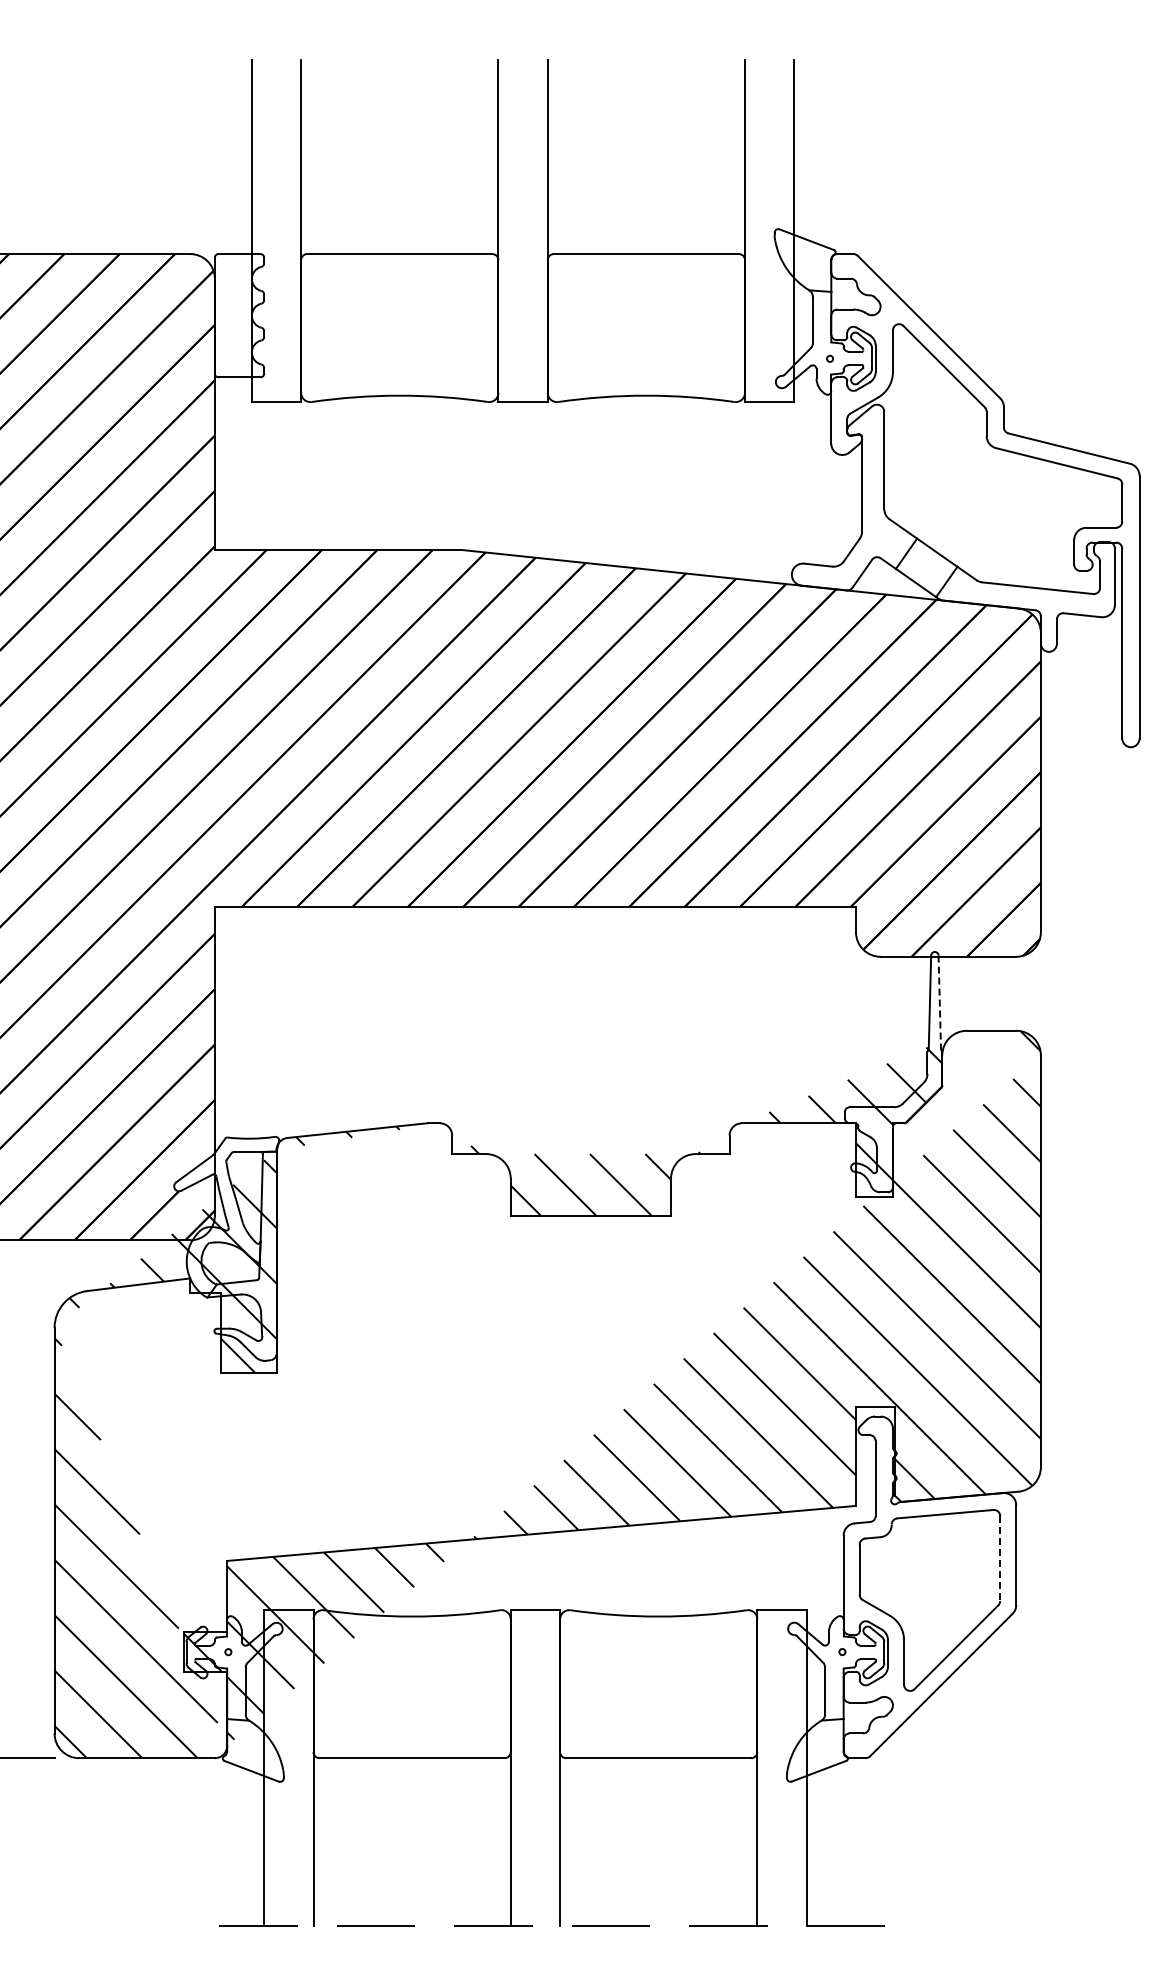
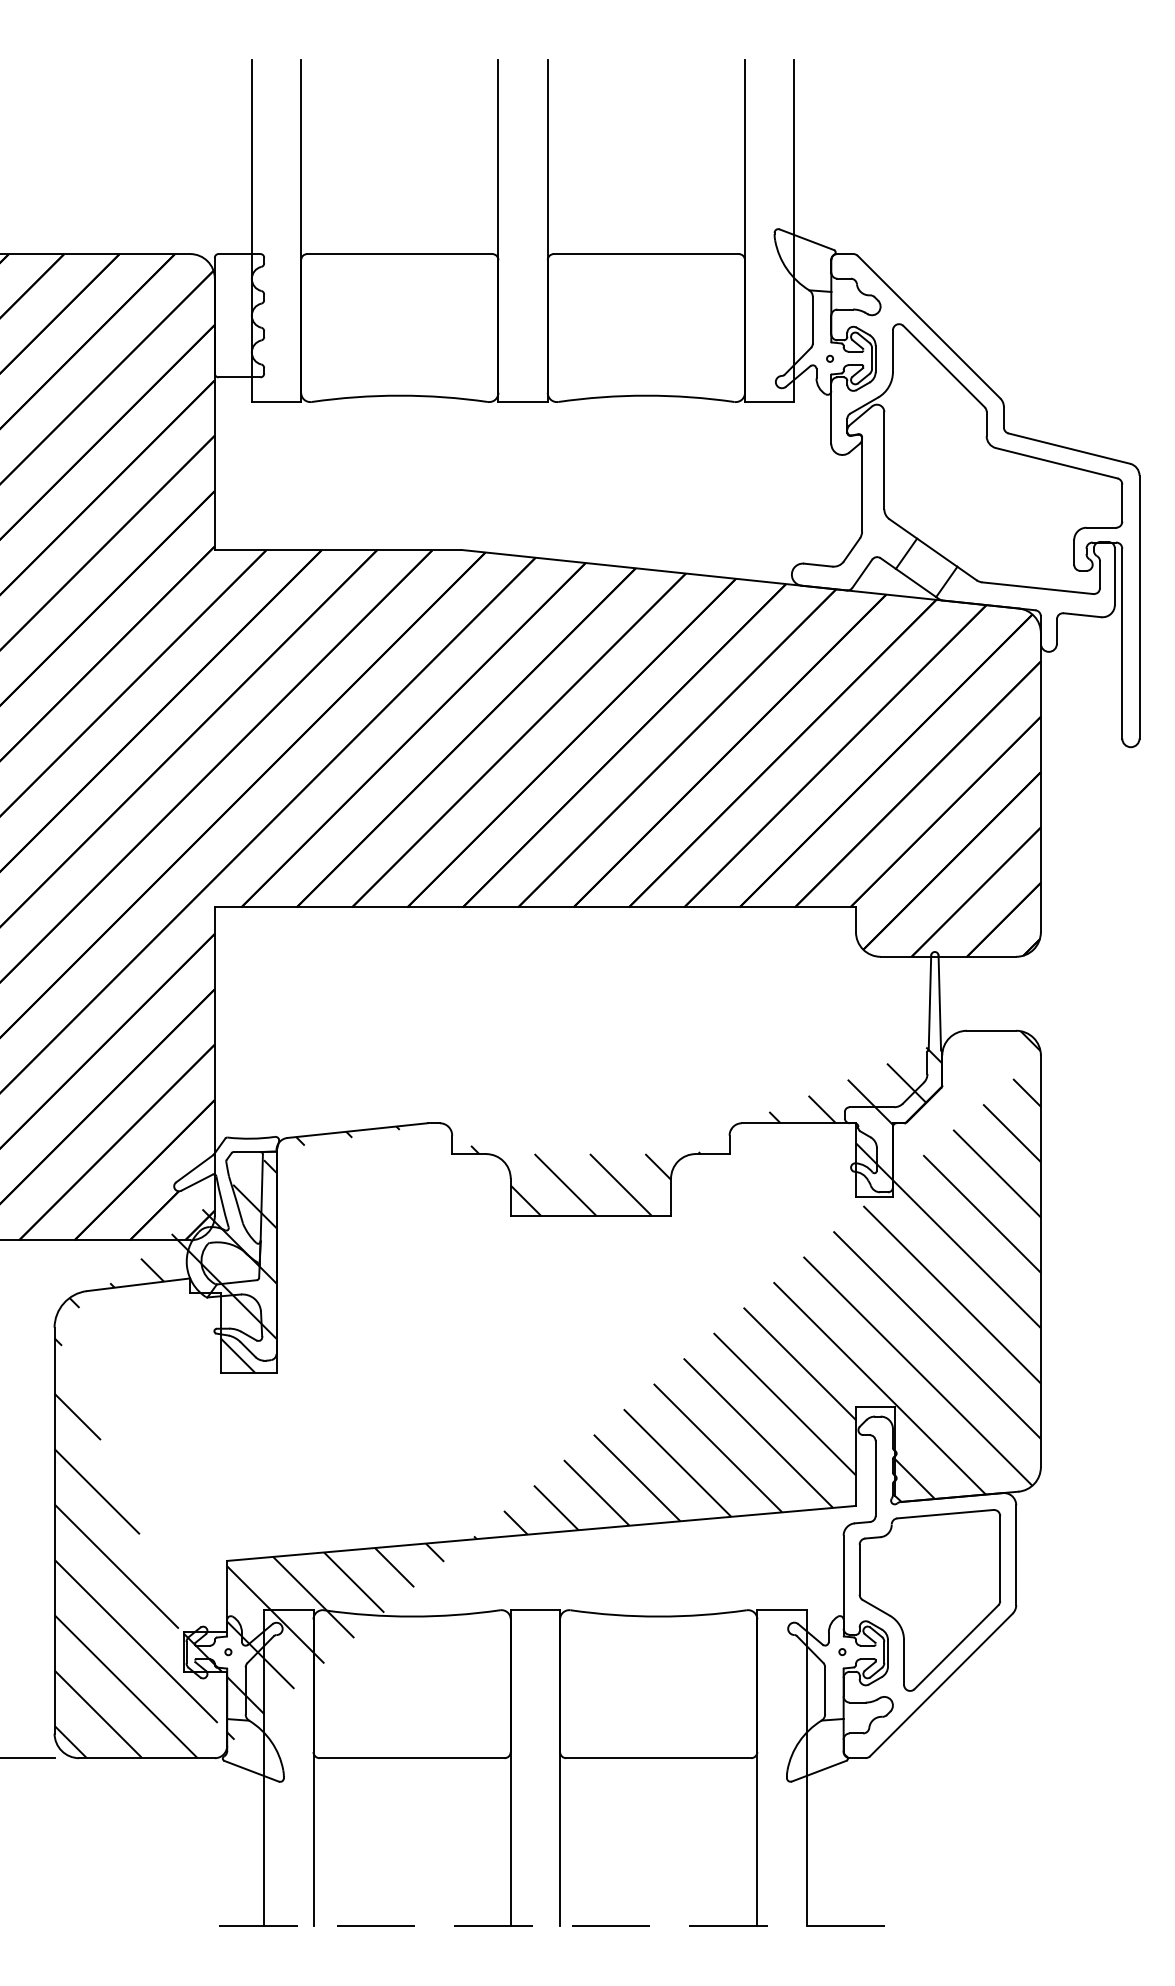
line at (939, 1003): dashed -> solid
line at (1000, 1559): dashed -> solid
